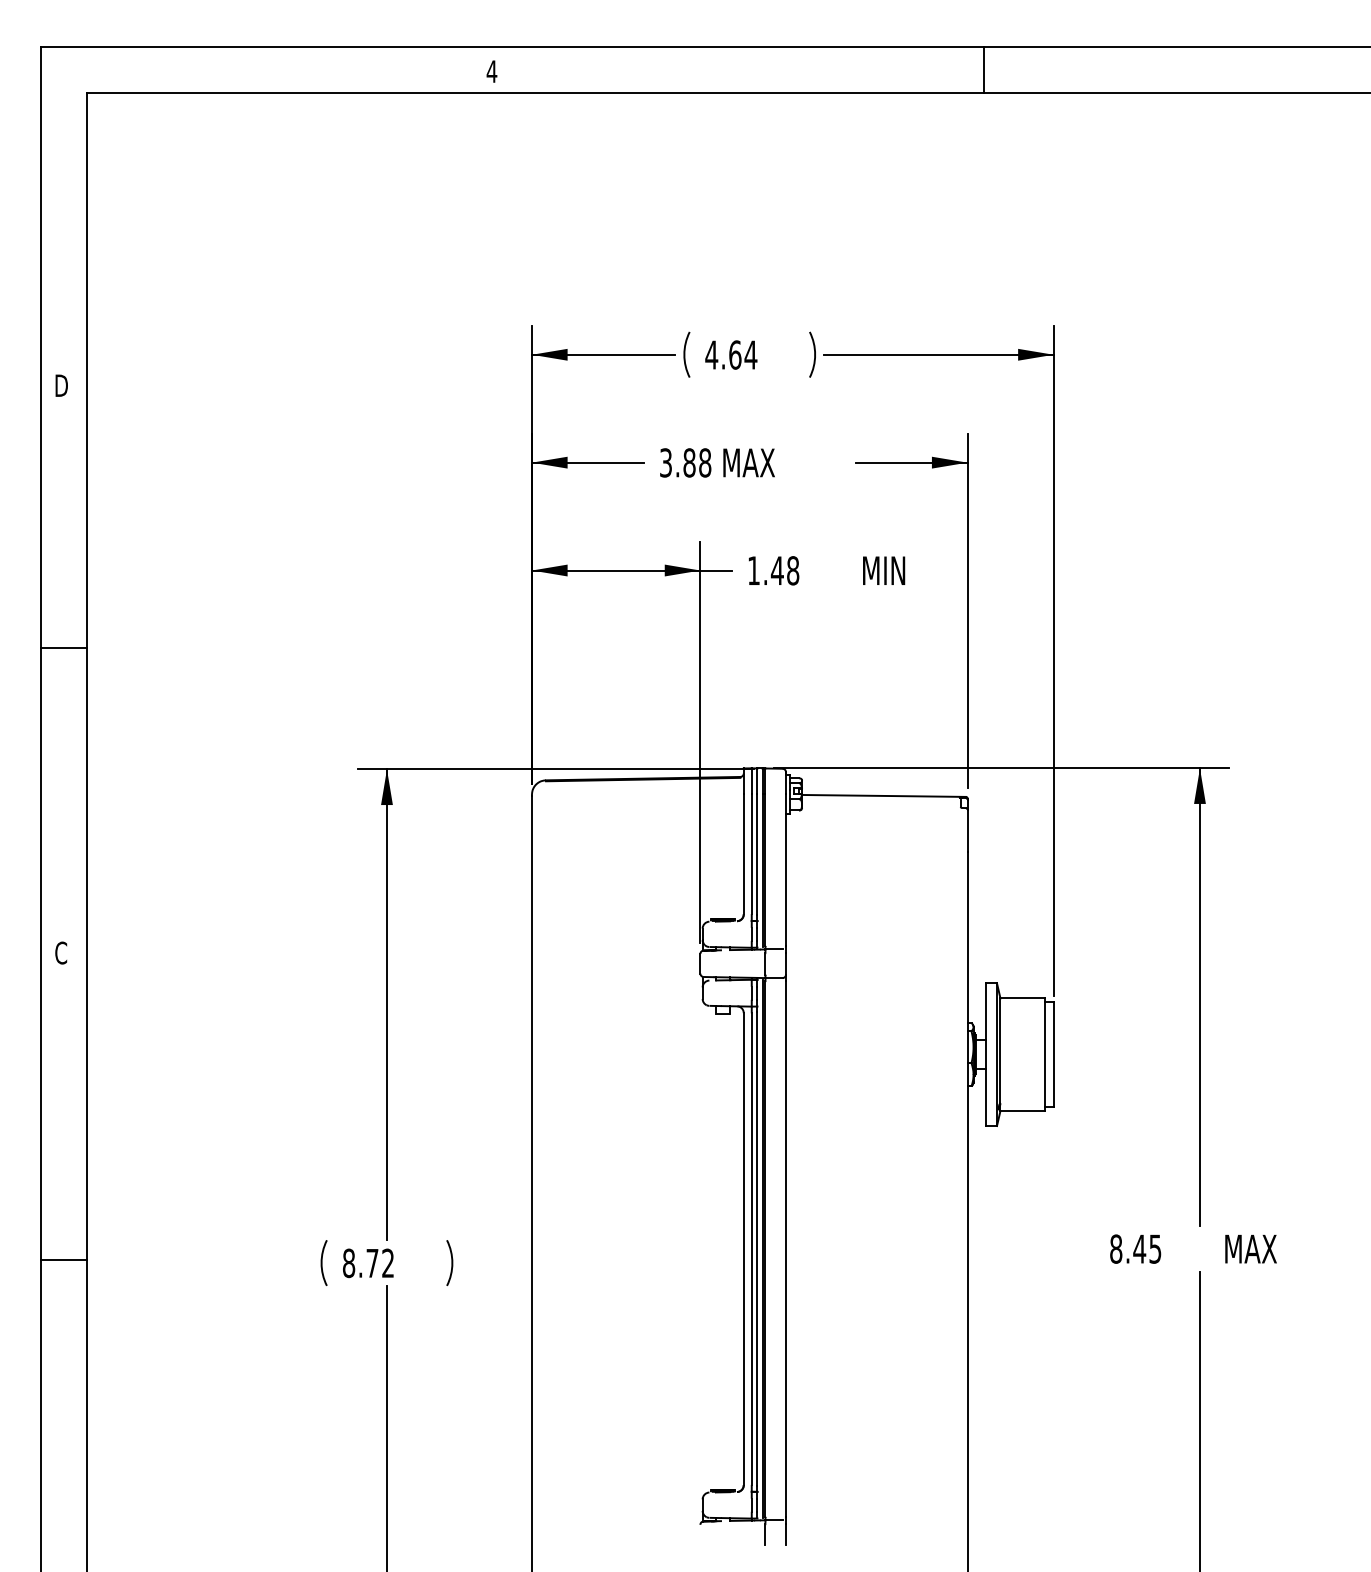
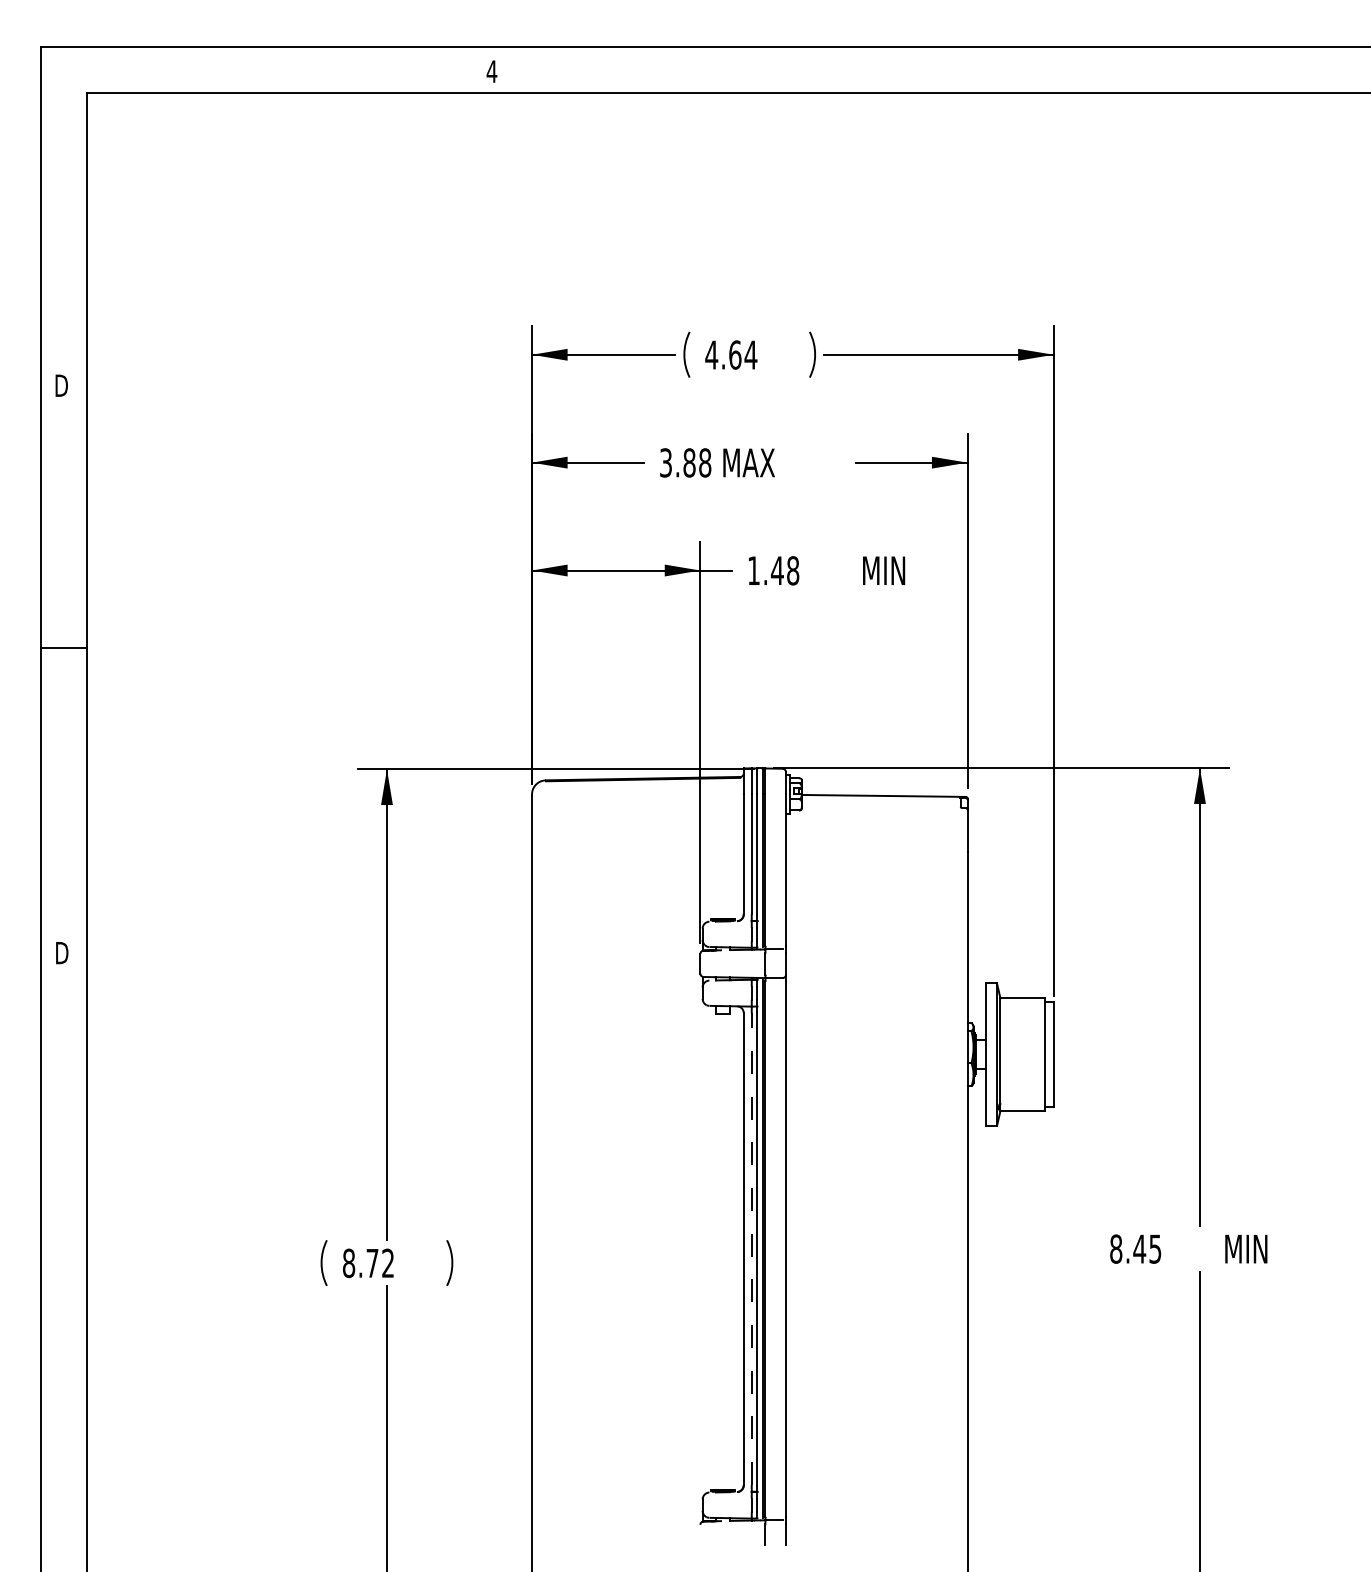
line at (984, 69): present -> none
text at (61, 952): C -> D
text at (1260, 1248): MAX -> MIN
line at (751, 1249): solid -> dashed
line at (64, 1259): present -> none
